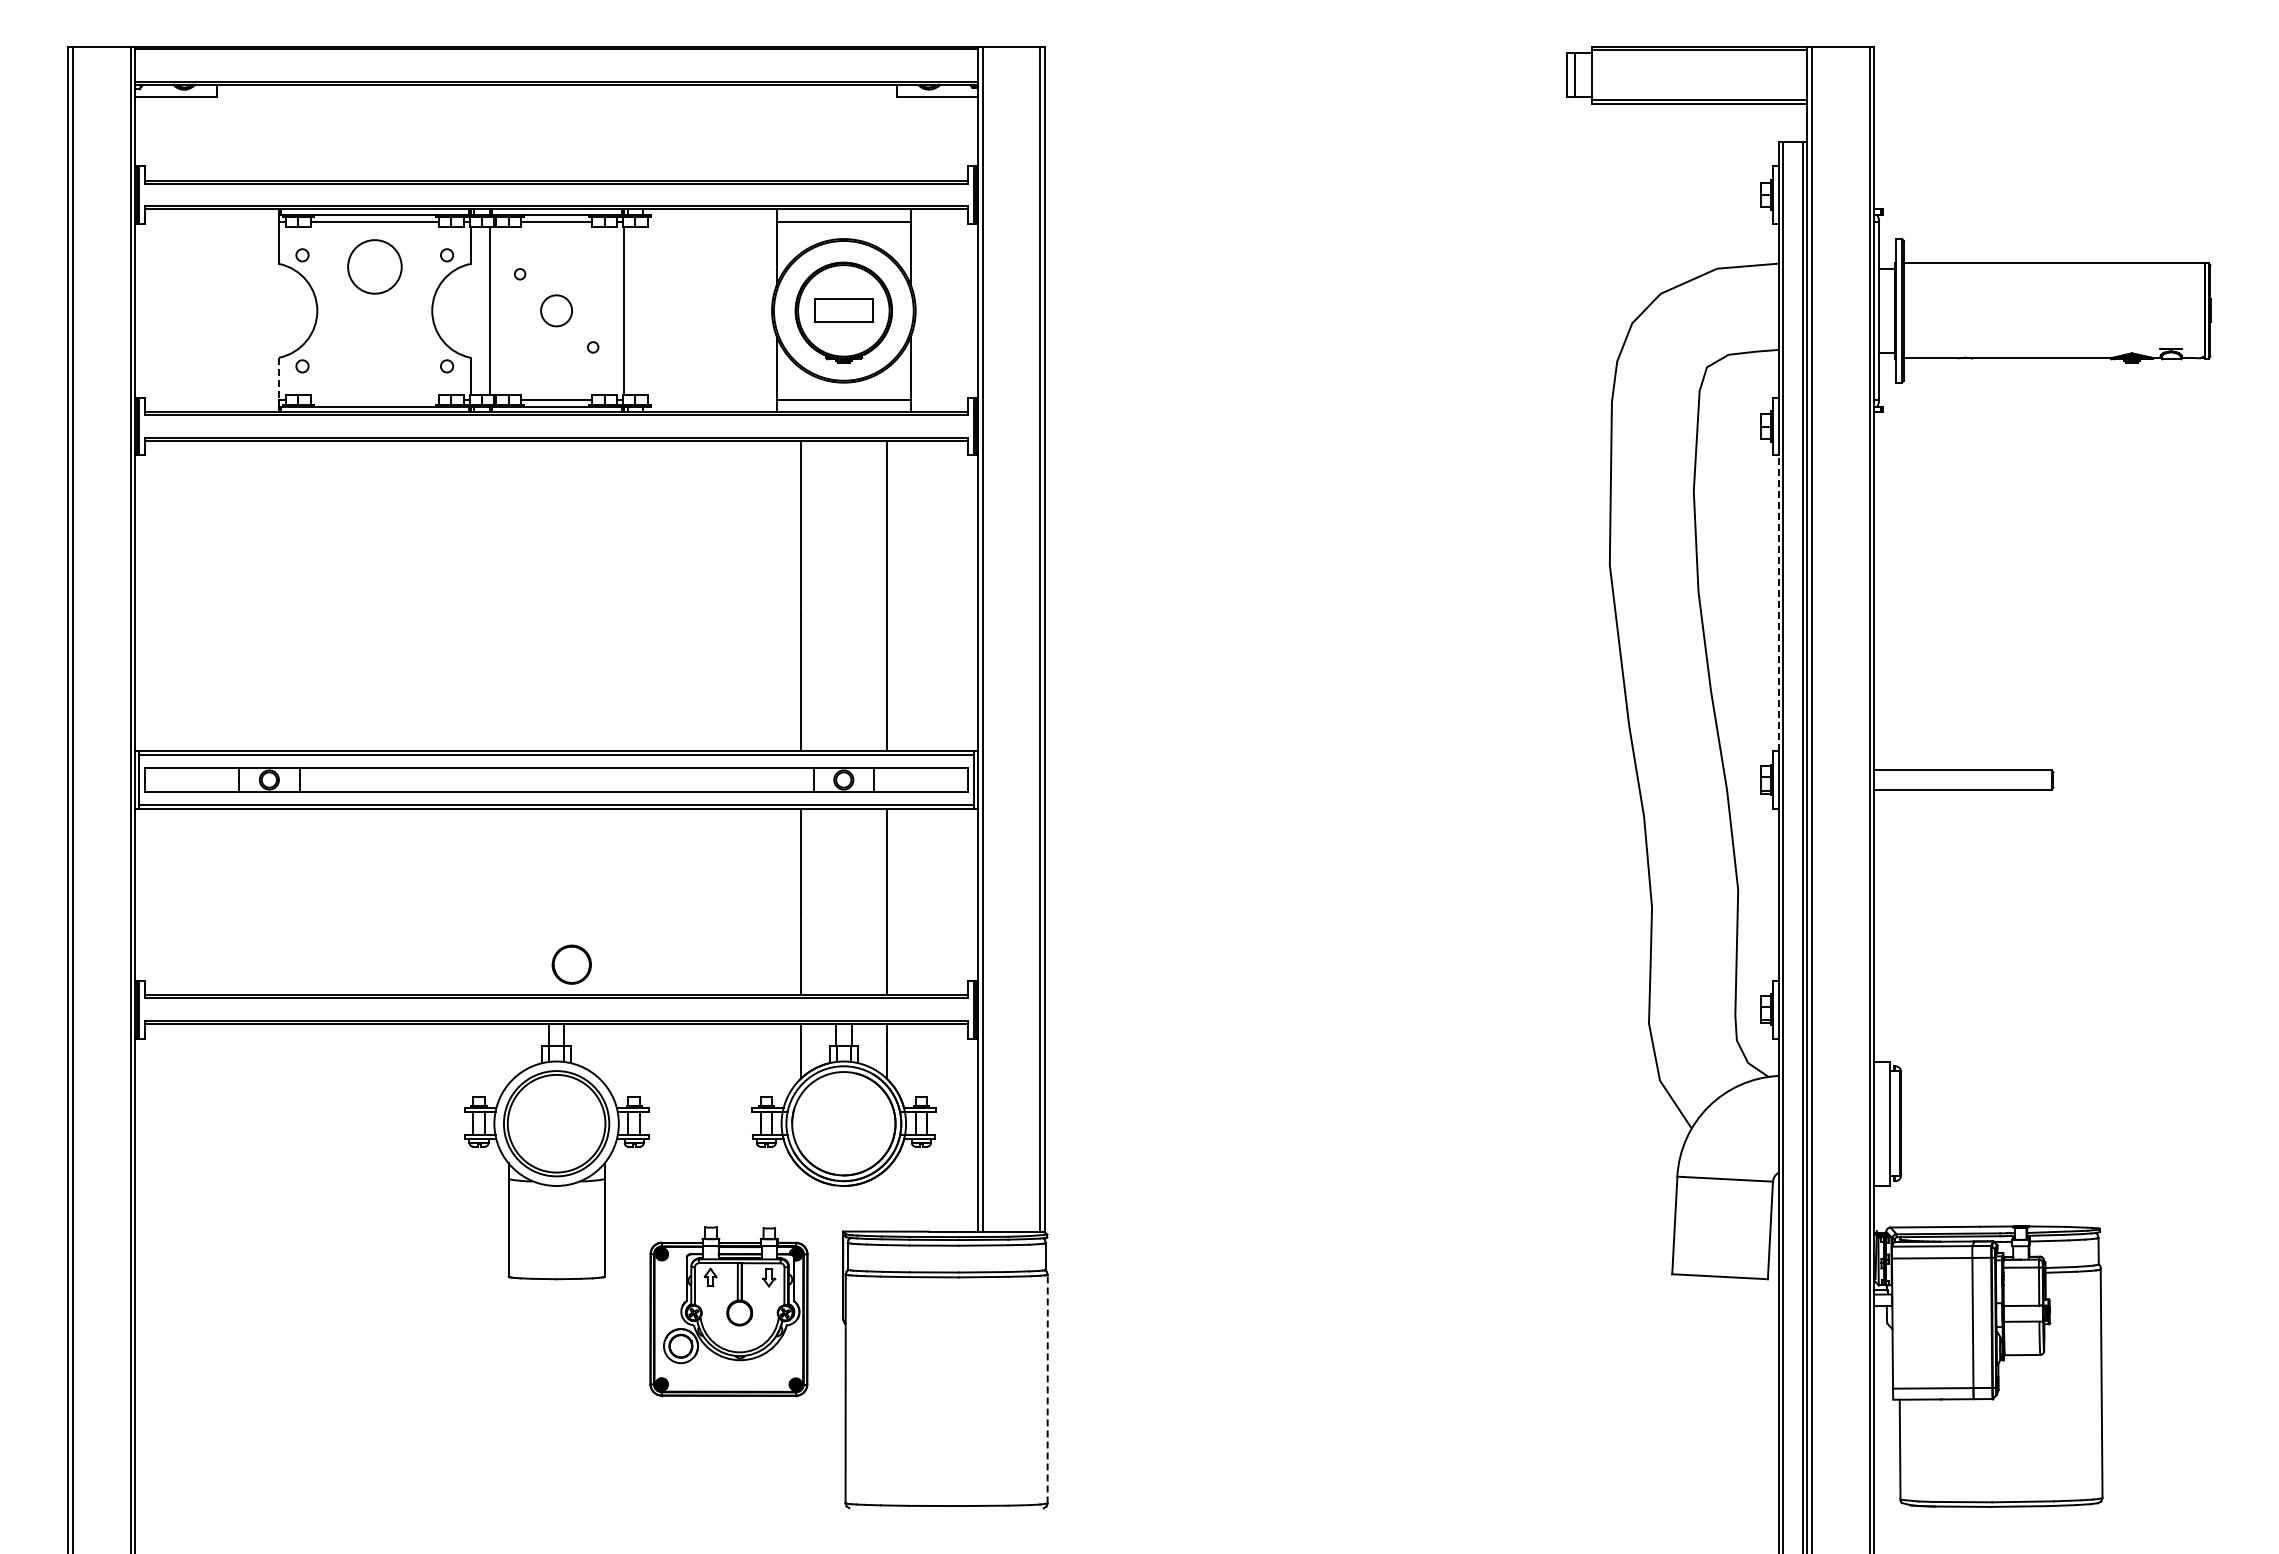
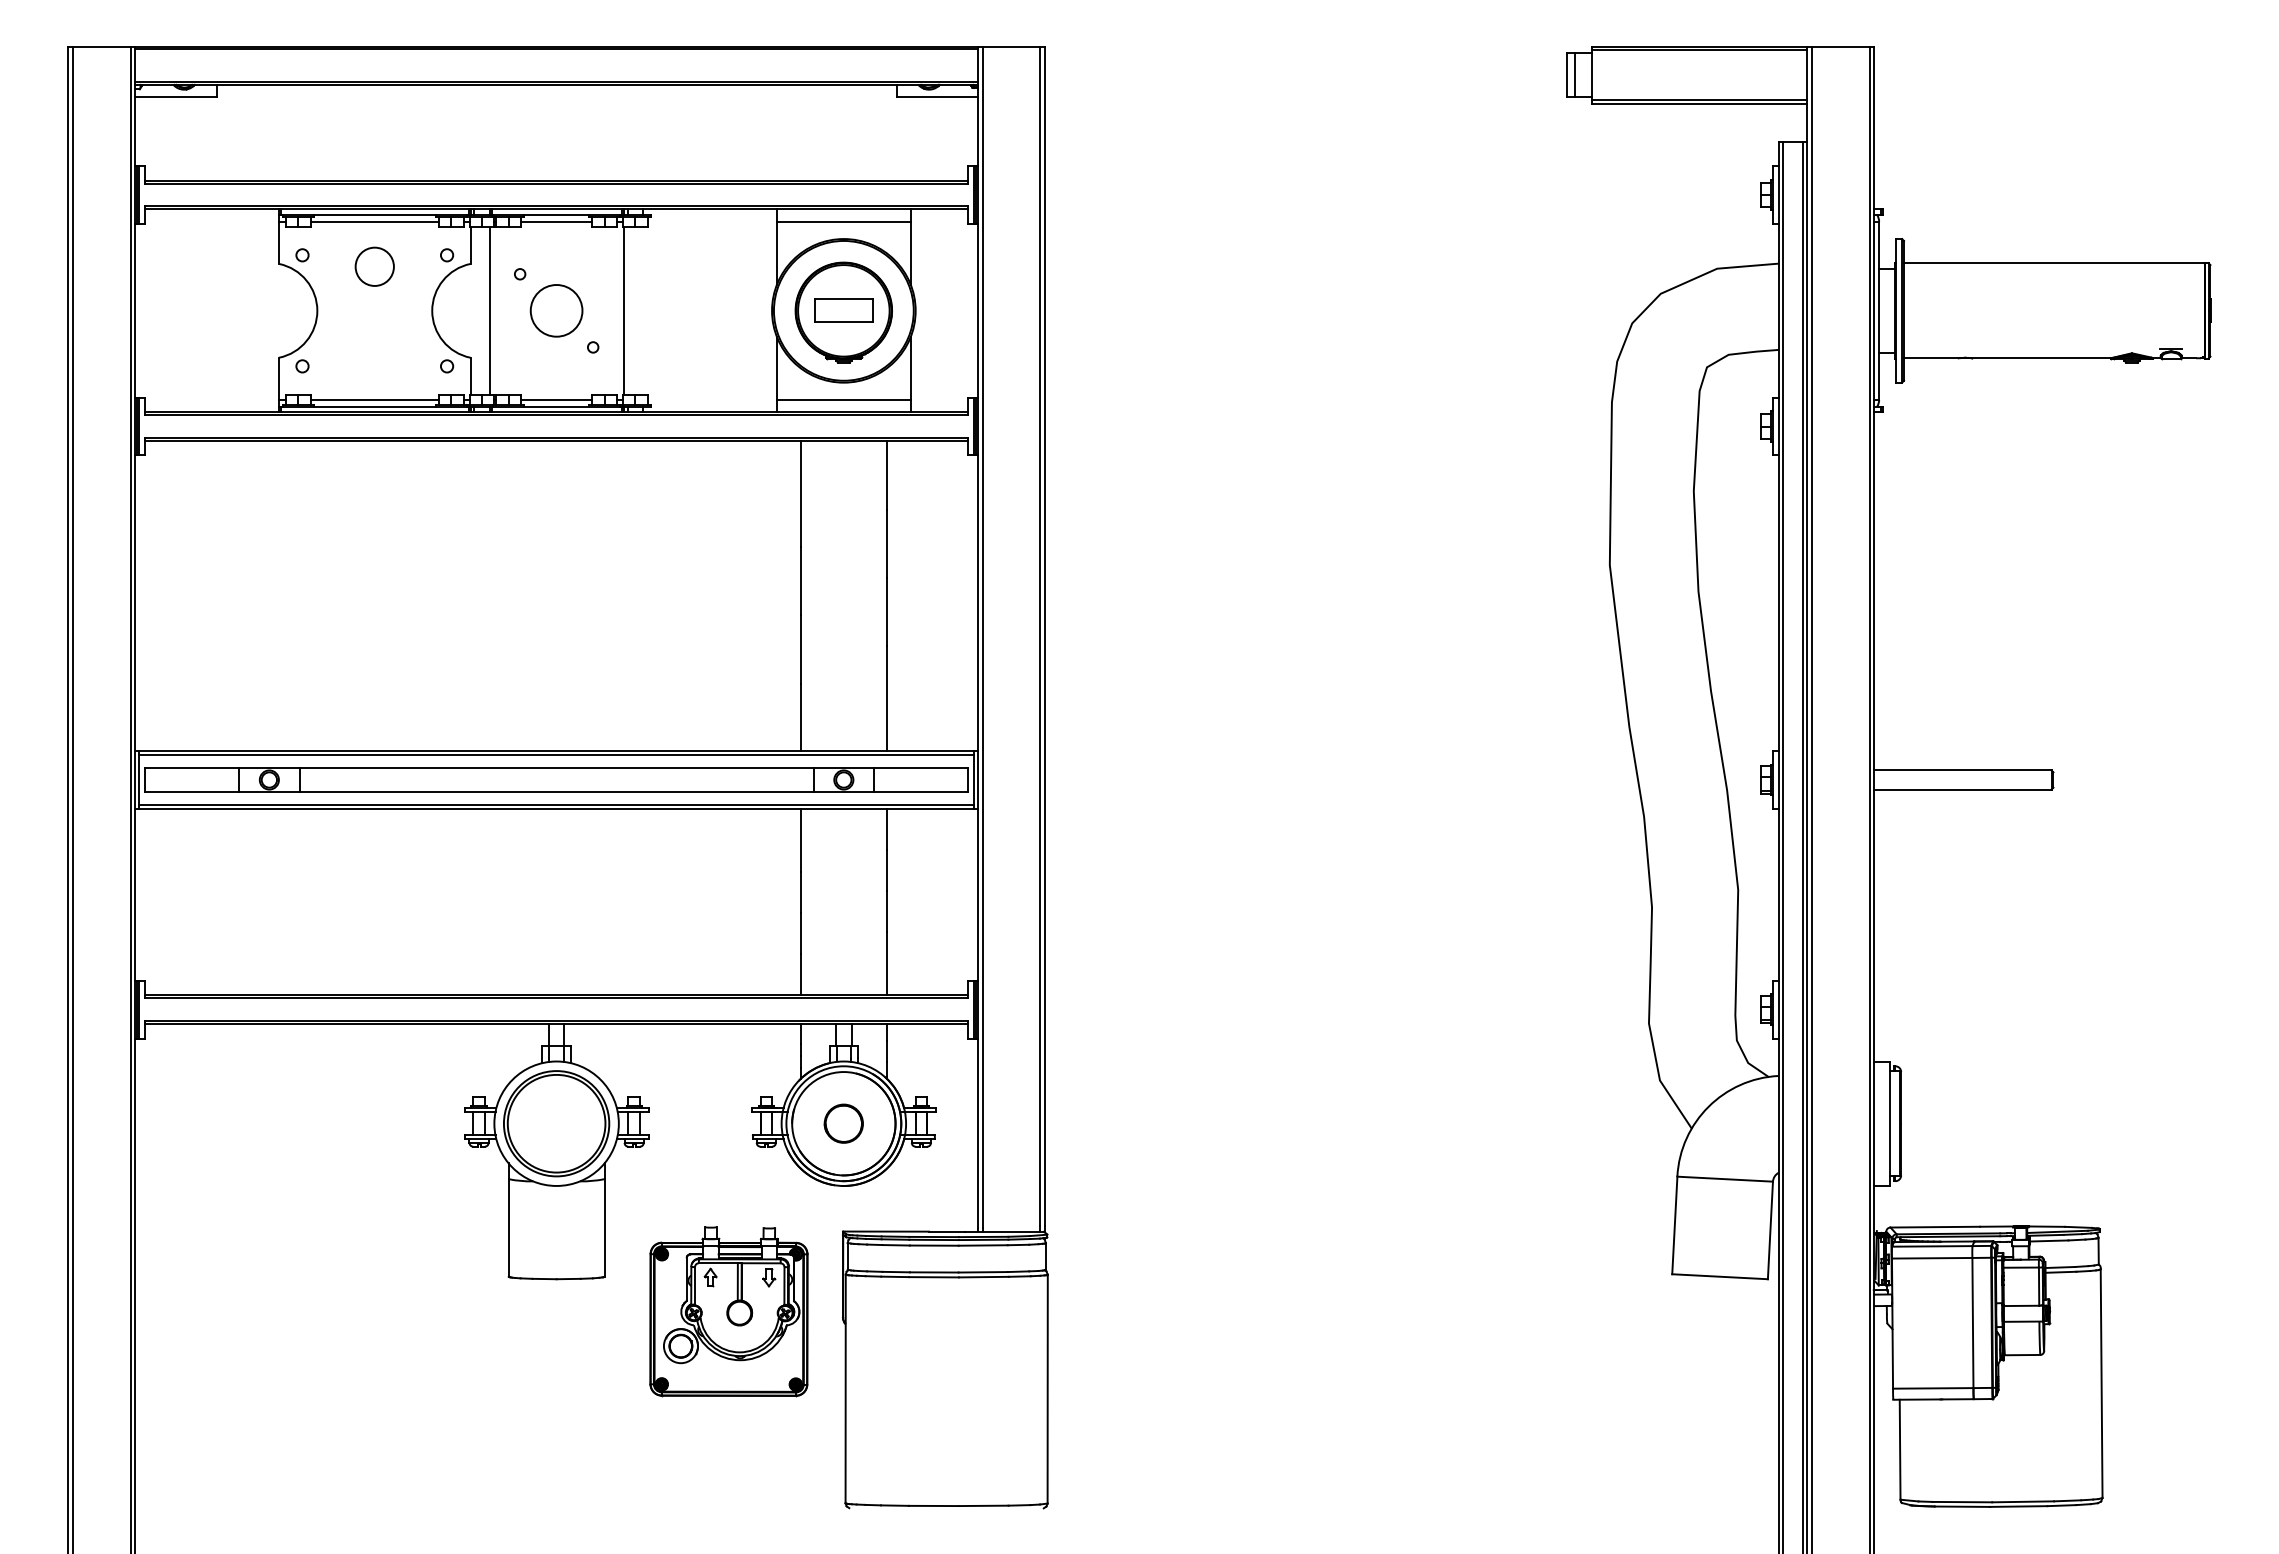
circle at (374, 266) size: 56x56 px -> 41x41 px
circle at (556, 310) diameter: 31 px -> 52 px
line at (279, 379): dashed -> solid
line at (374, 399): none -> present
line at (1778, 603): dashed -> solid
circle at (571, 964) position: (571, 964) -> (843, 1123)
line at (1047, 1388): dashed -> solid
